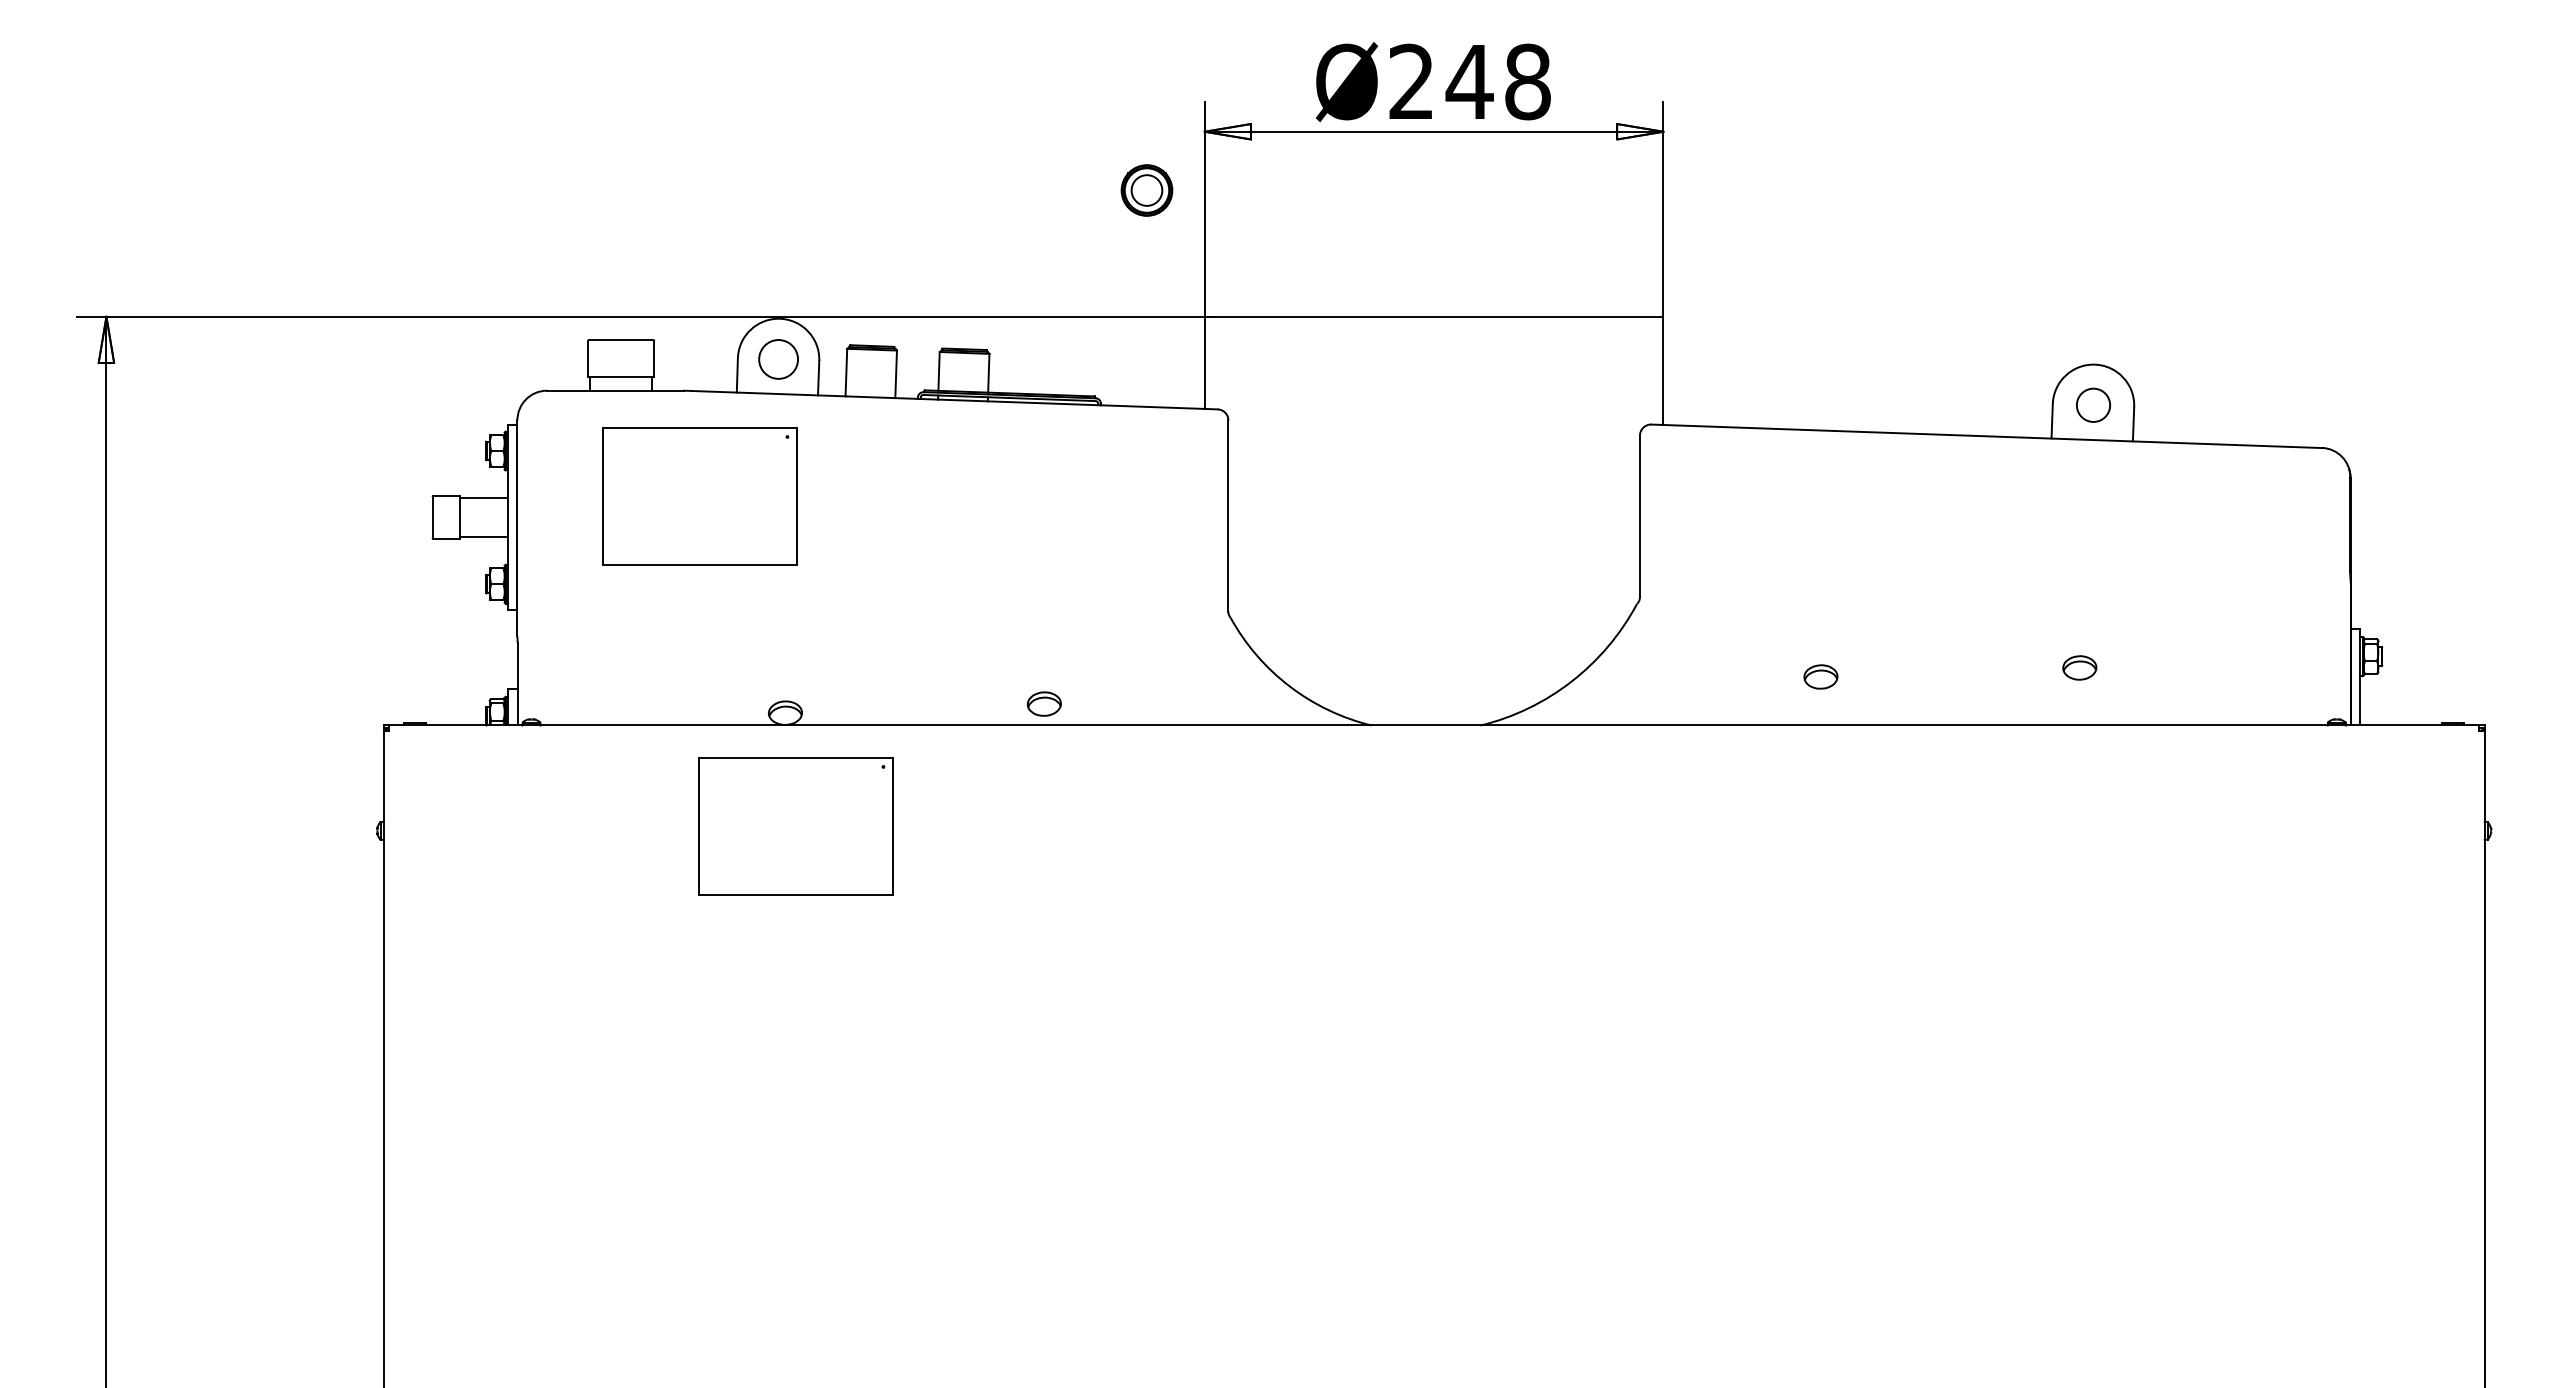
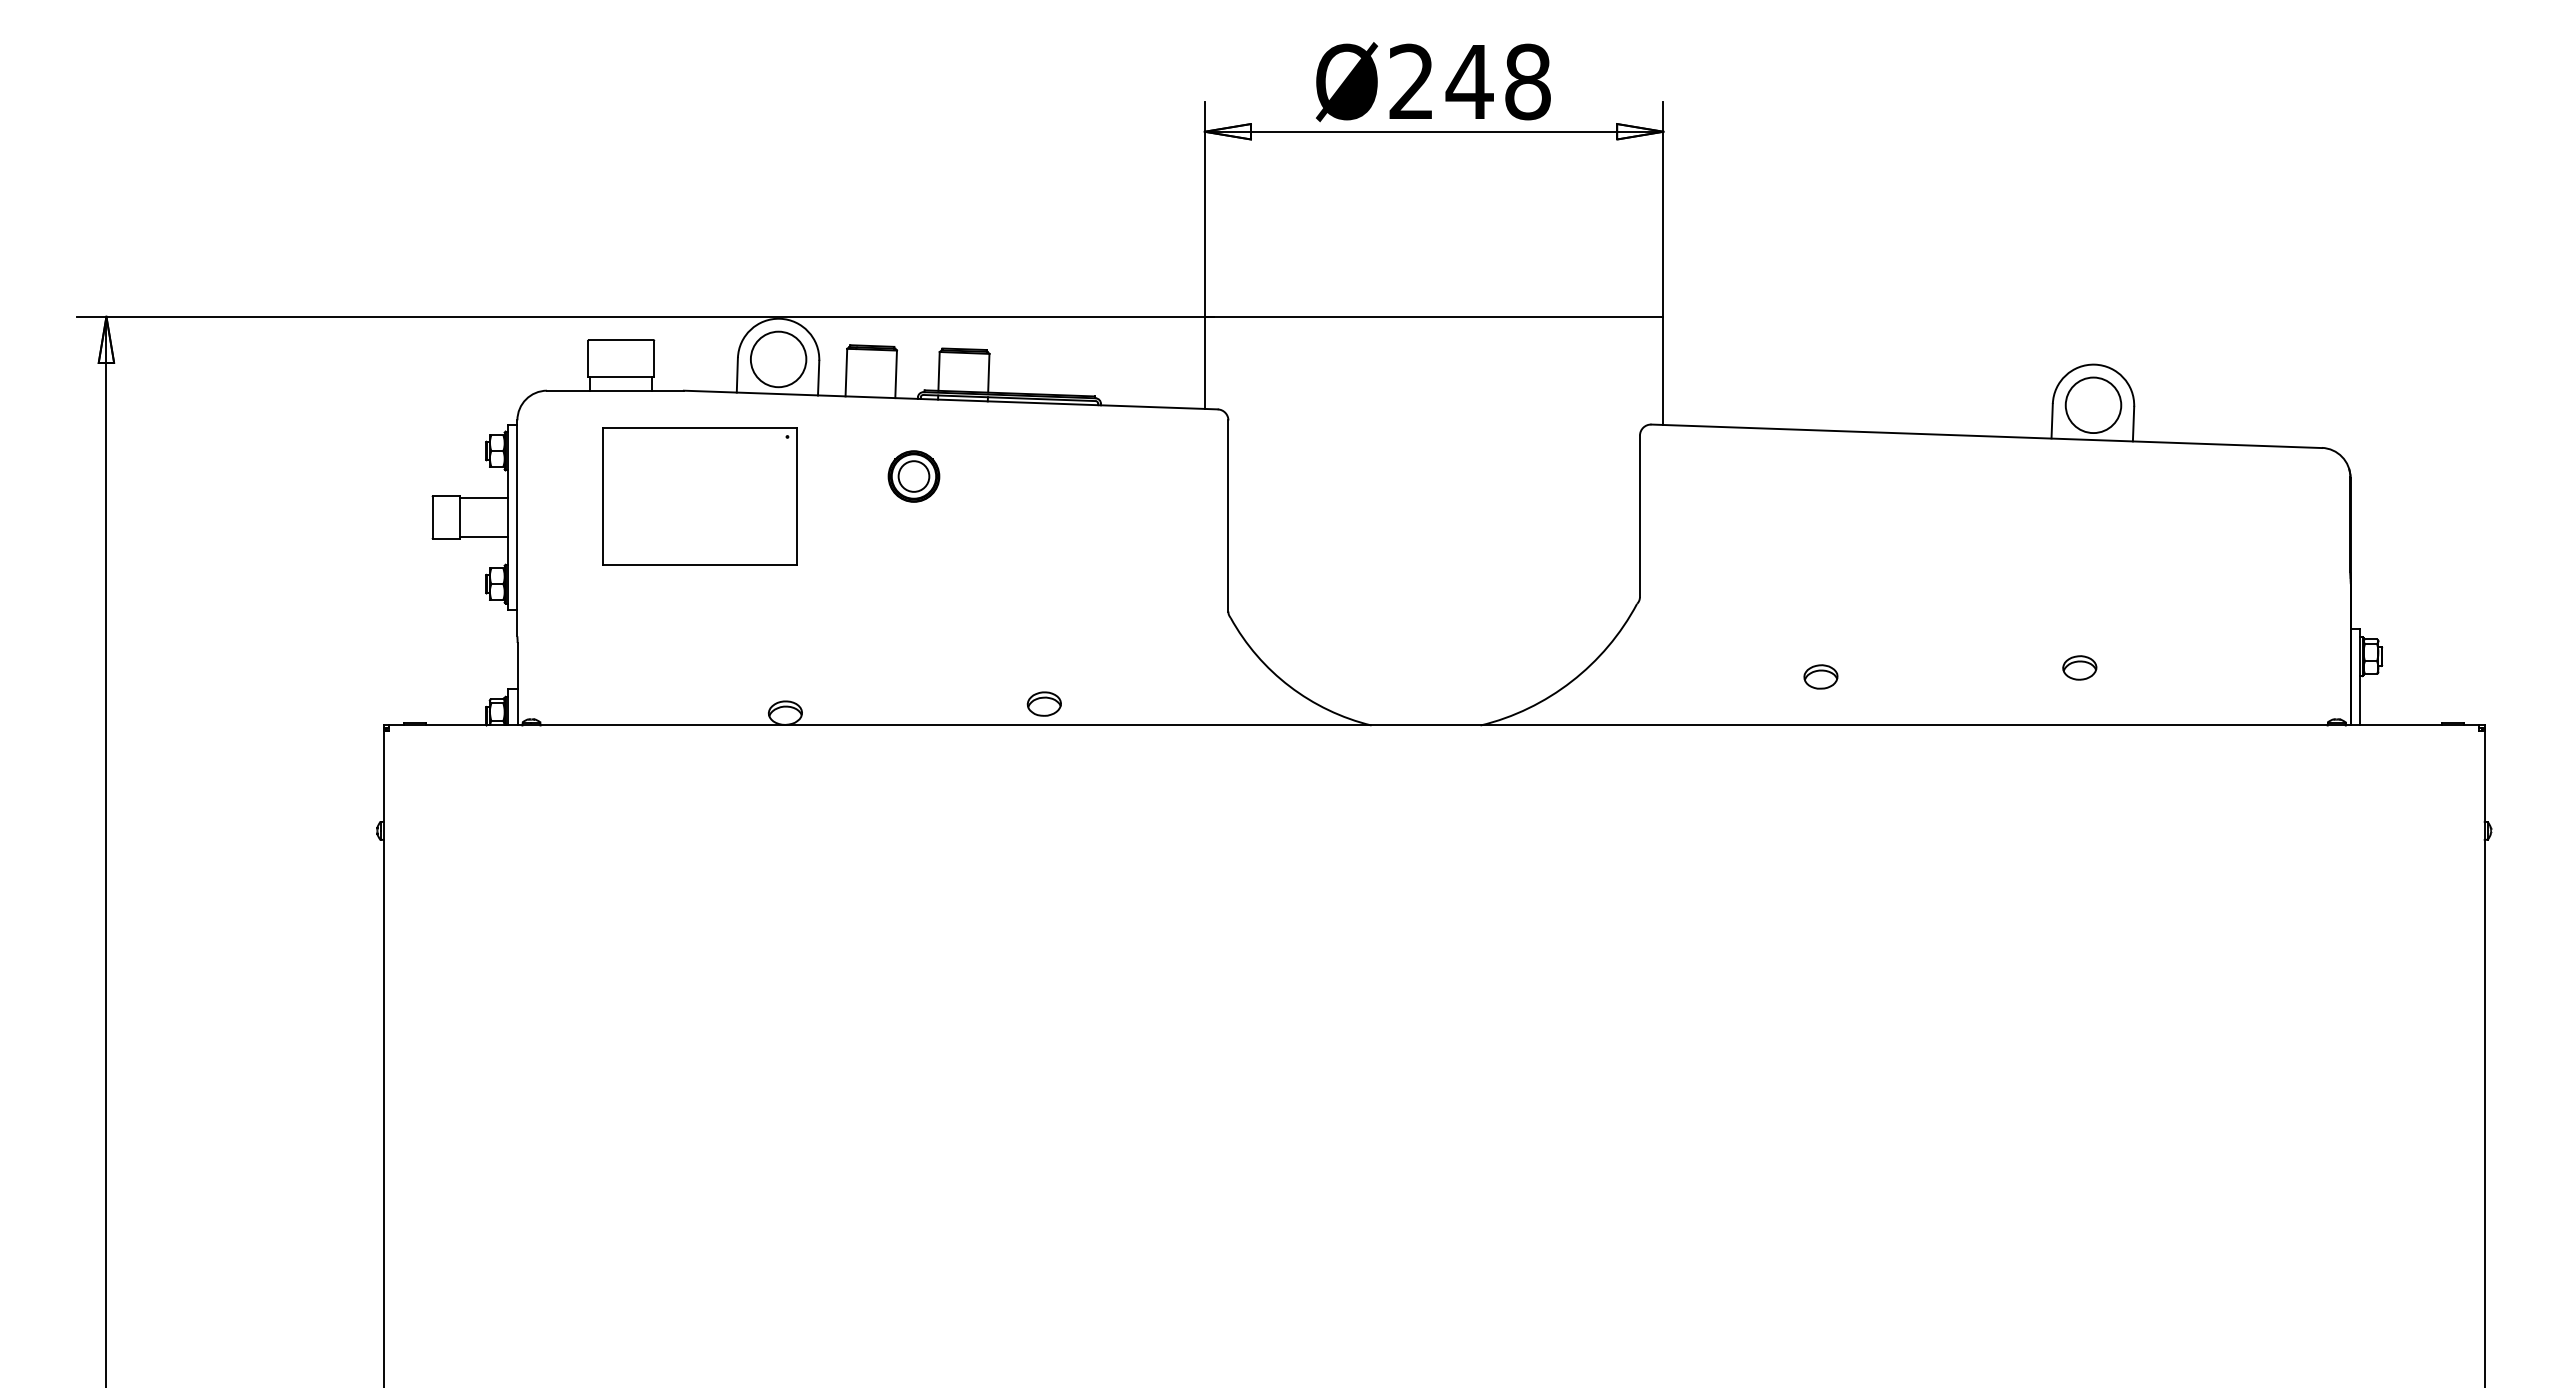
part at (1146, 190) position: (1146, 190) -> (913, 476)
circle at (778, 359) diameter: 39 px -> 55 px
circle at (2093, 404) diameter: 33 px -> 55 px
part at (795, 826): present -> none
